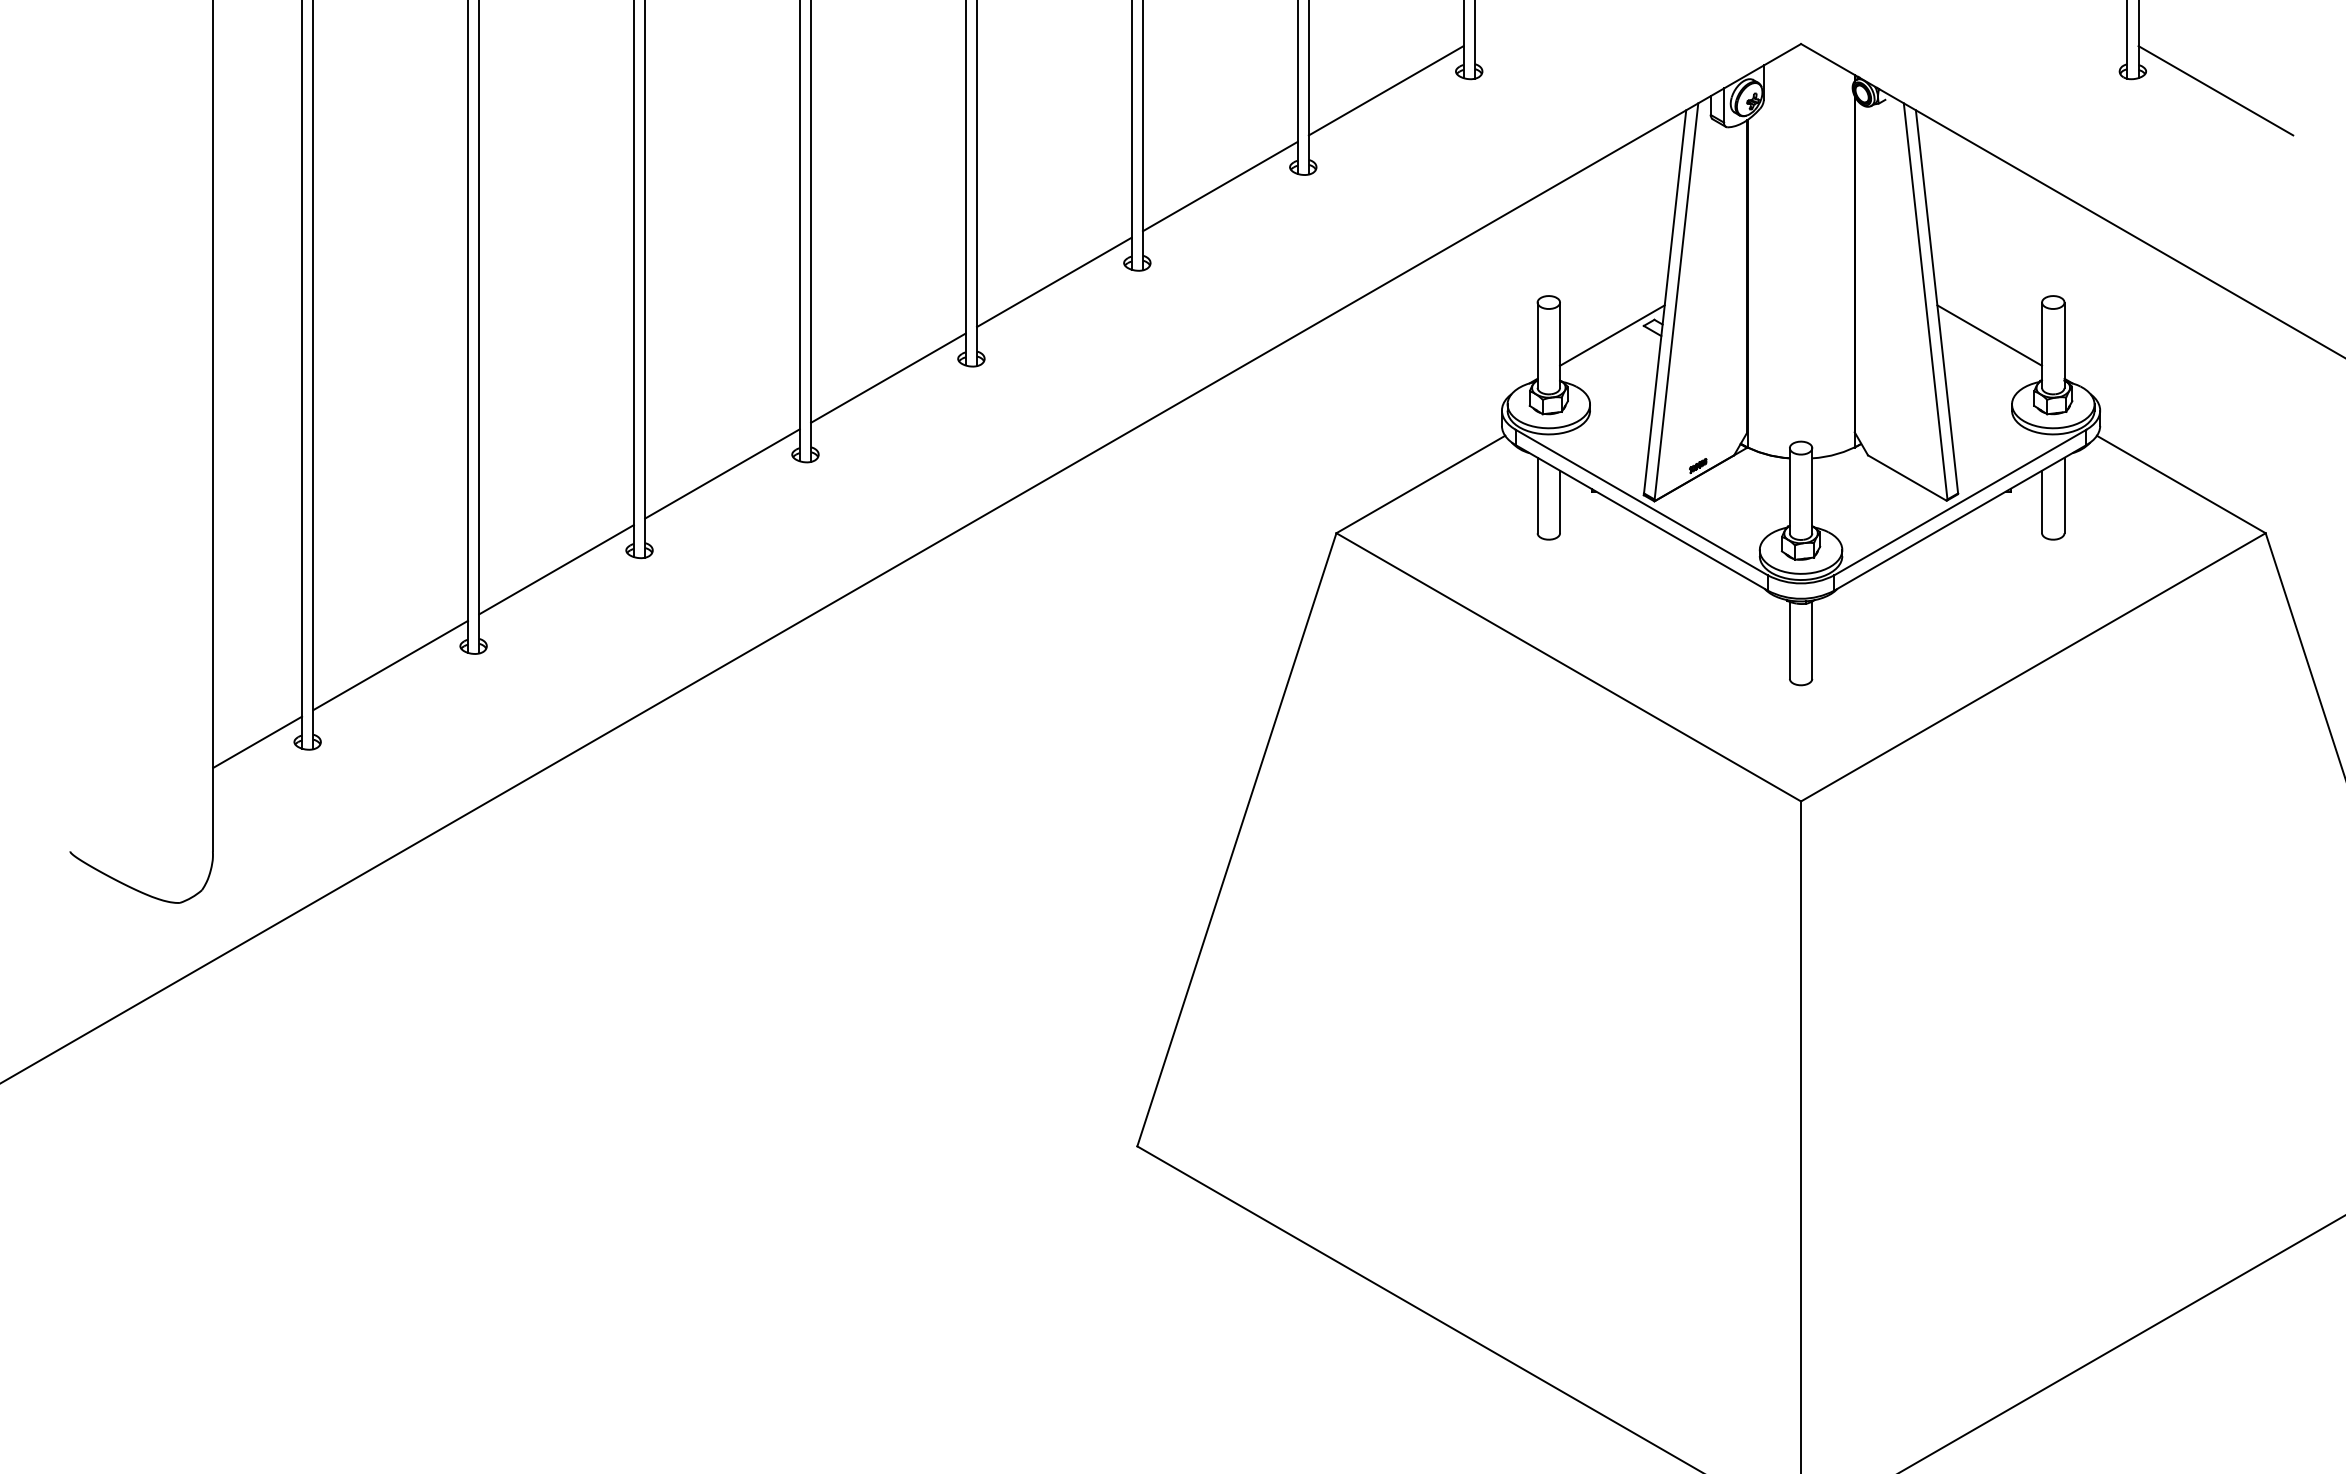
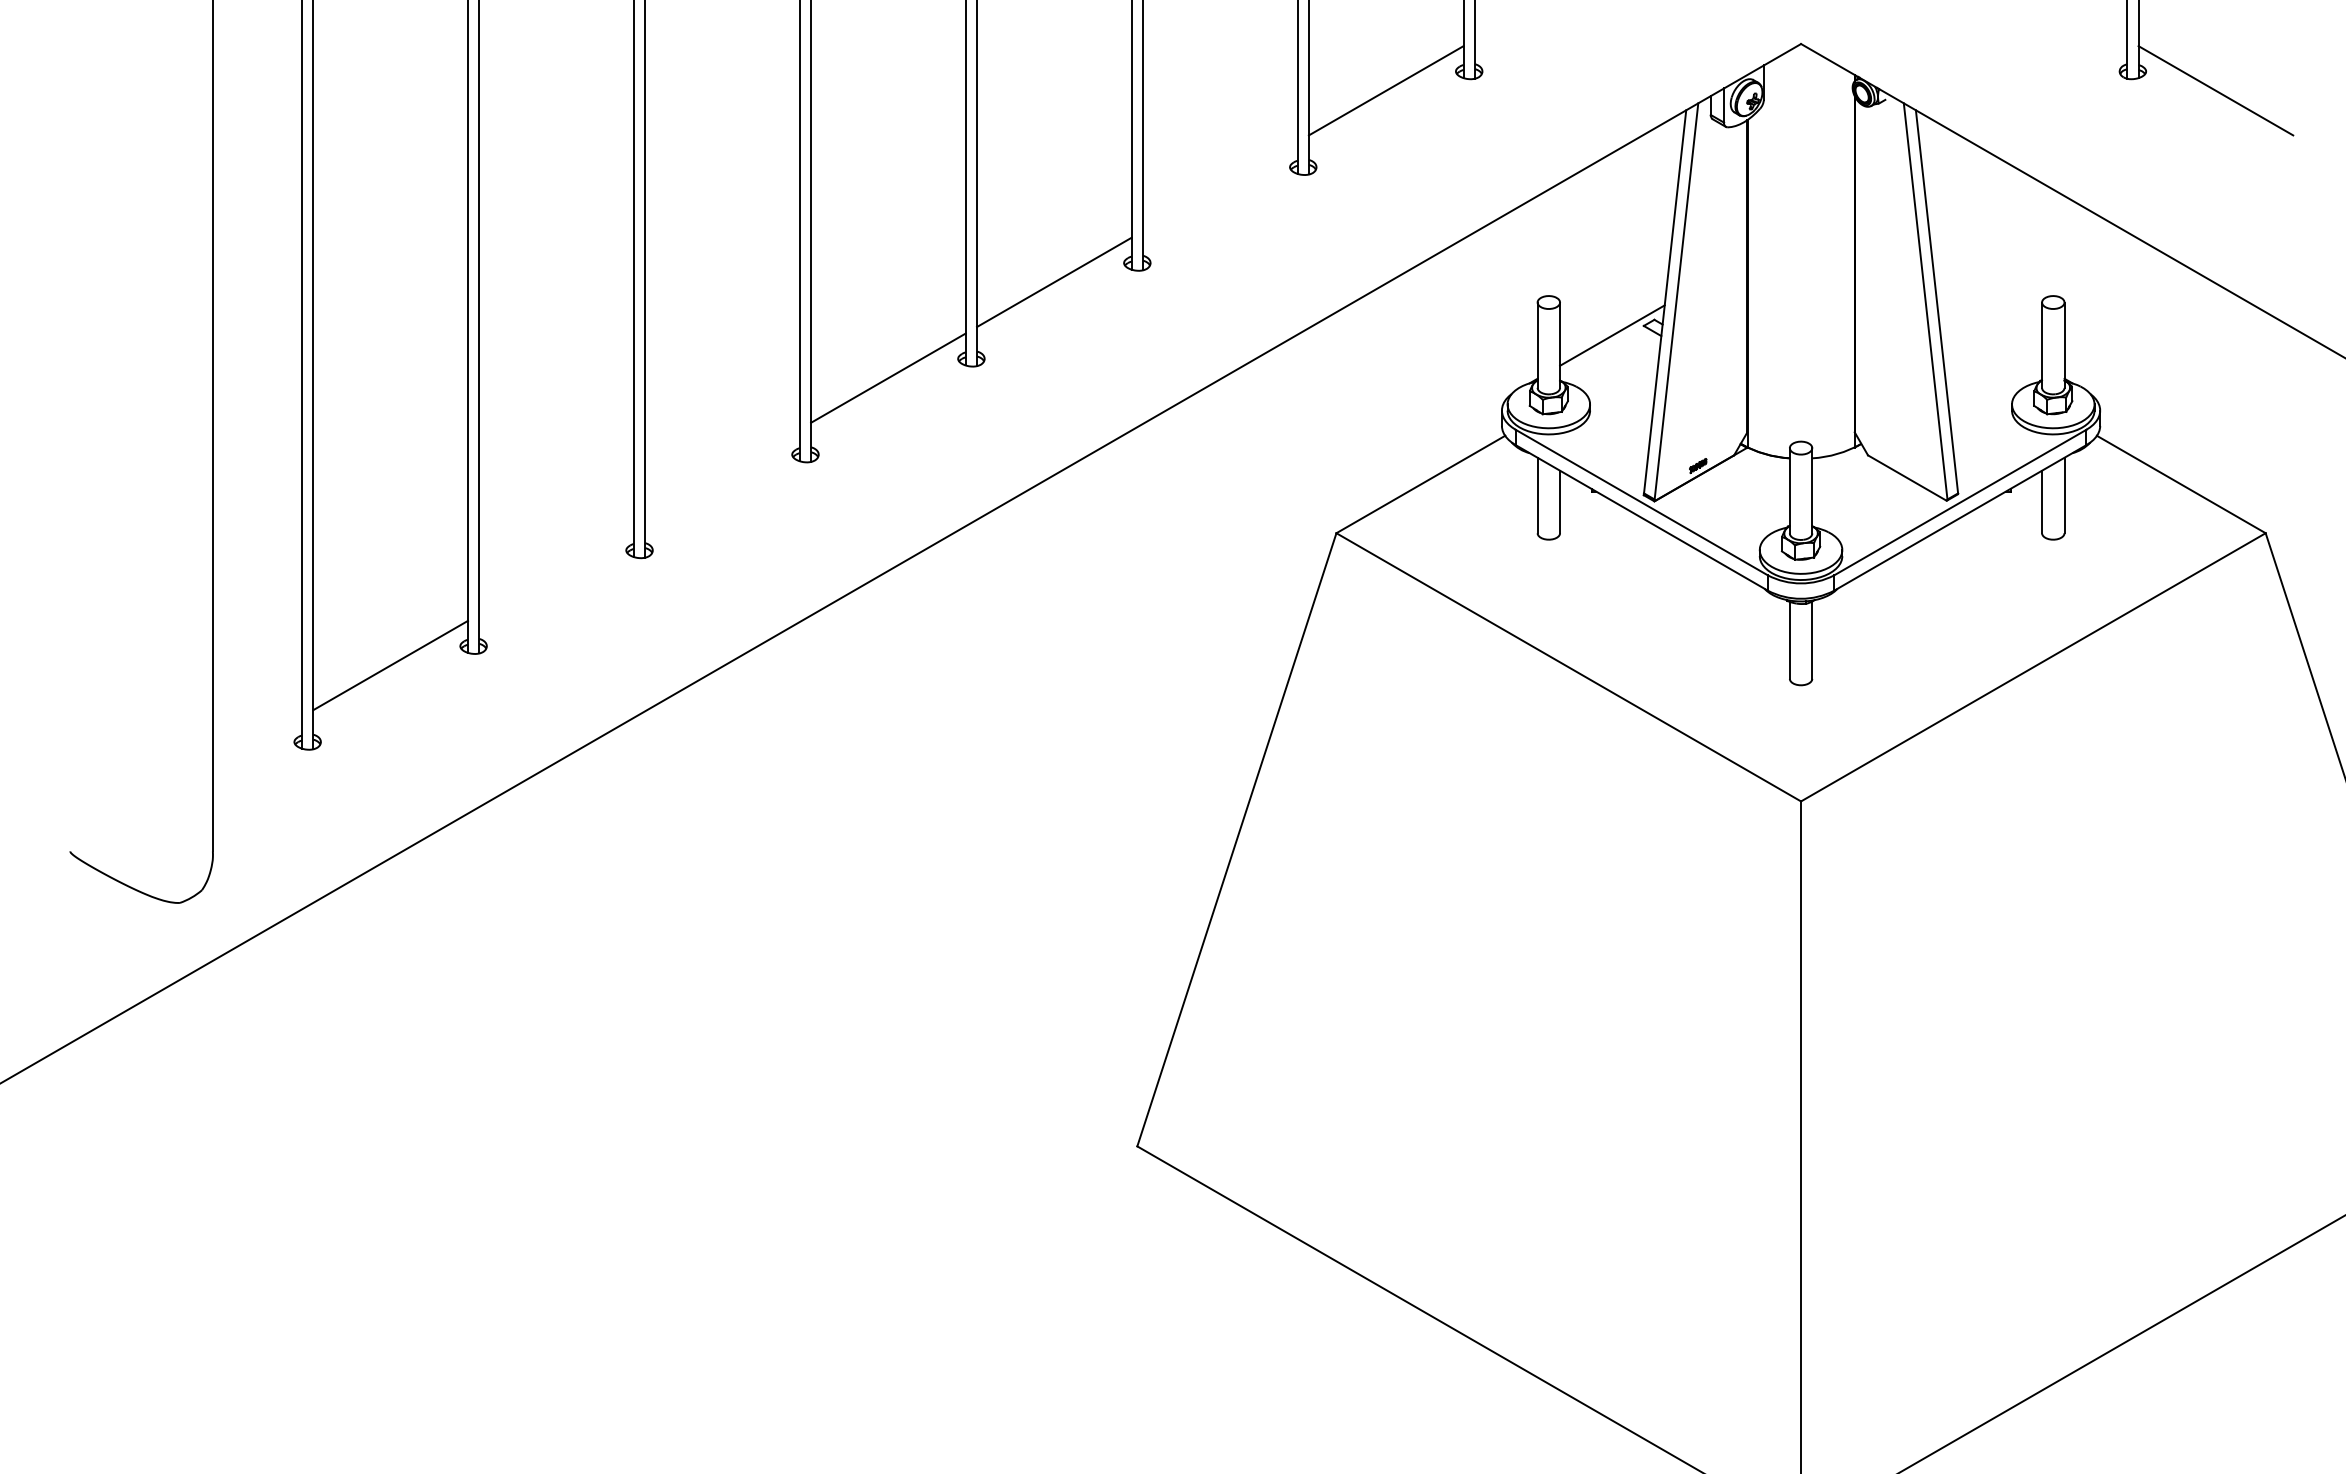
line at (1219, 186): present -> none
line at (1989, 335): present -> none
line at (722, 473): present -> none
line at (556, 569): present -> none
line at (257, 741): present -> none
